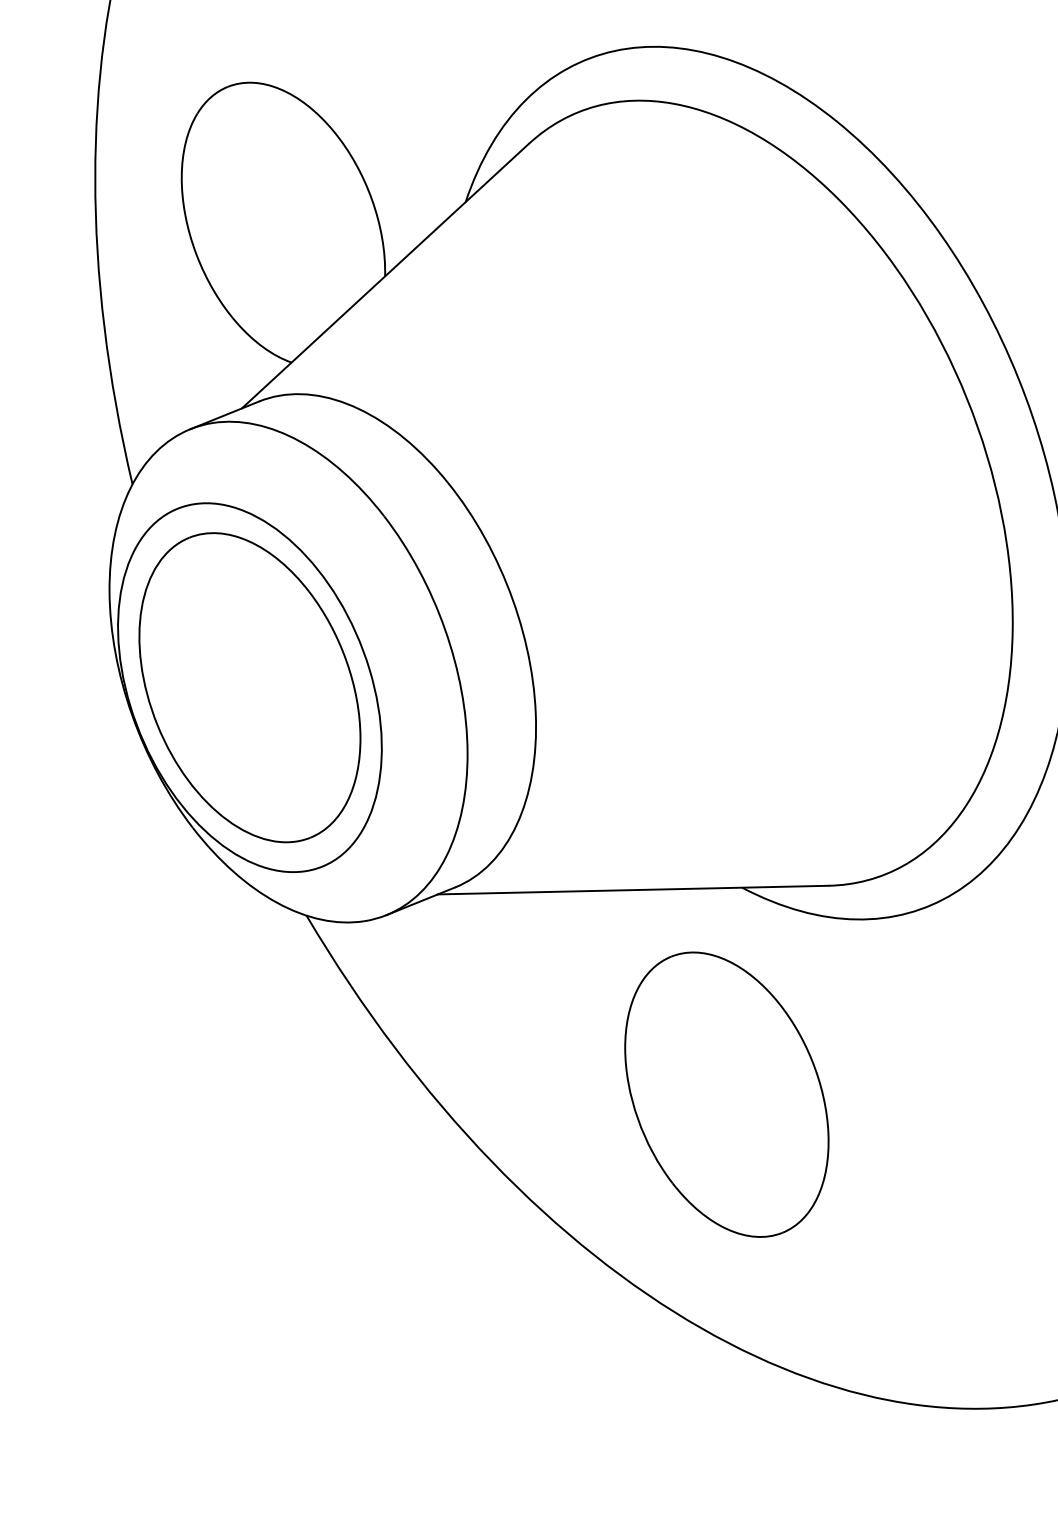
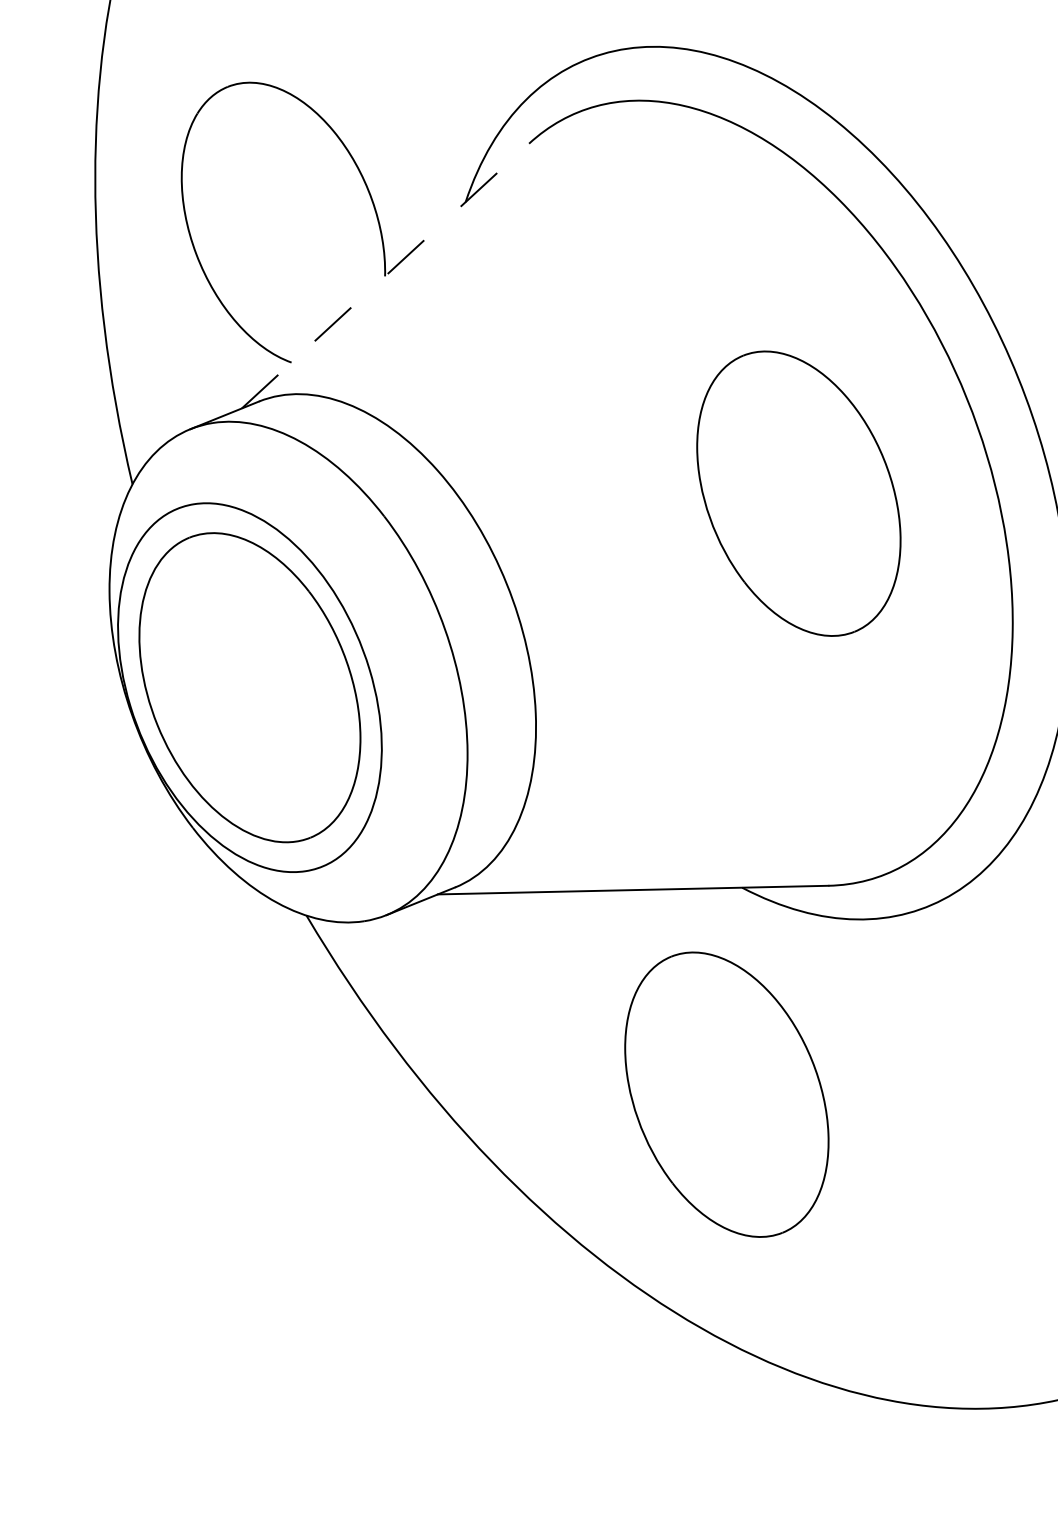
line at (385, 275): solid -> dashed
part at (798, 493): none -> present
